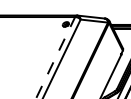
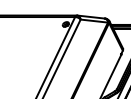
line at (55, 57): dashed -> solid
